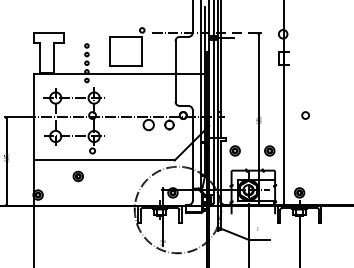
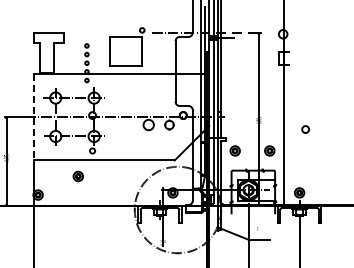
circle at (305, 115) position: (305, 115) -> (305, 129)
line at (33, 117): solid -> dashed
